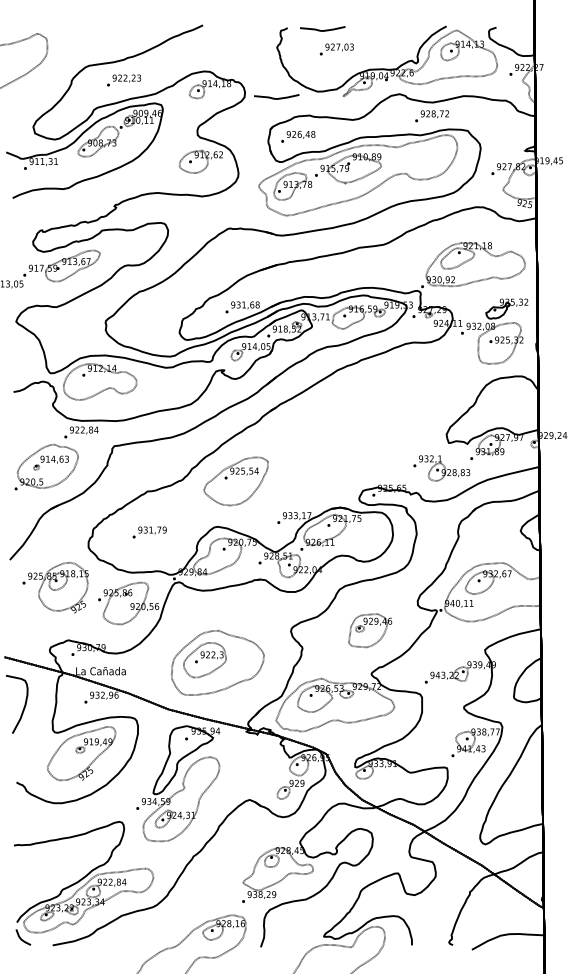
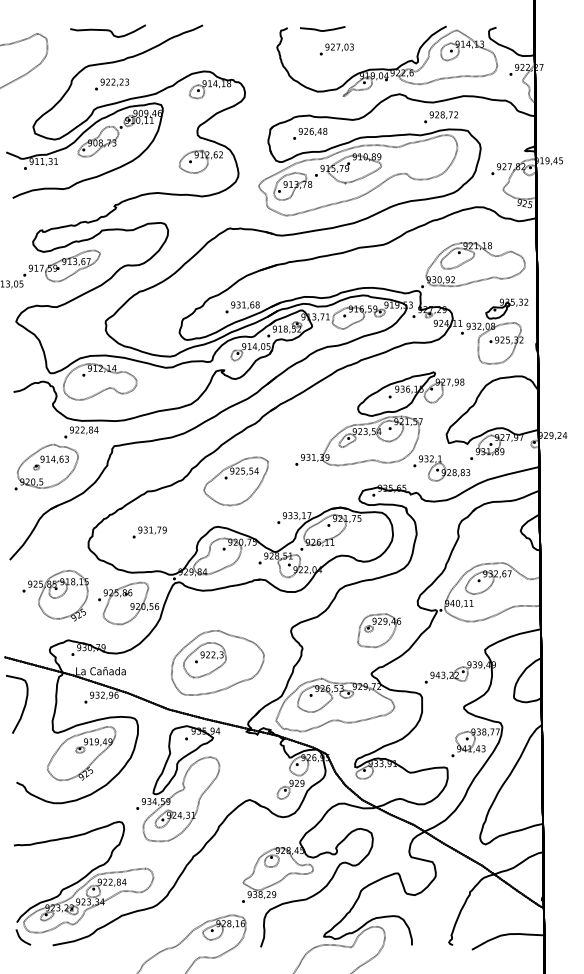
curve at (107, 30): none -> present
text at (124, 80) position: (124, 80) -> (112, 84)
curve at (276, 98): present -> none
text at (431, 116) position: (431, 116) -> (440, 117)
text at (298, 136) position: (298, 136) -> (310, 133)
part at (379, 418): none -> present
part at (55, 587) position: (55, 587) -> (55, 595)
part at (370, 630) position: (370, 630) -> (379, 630)
